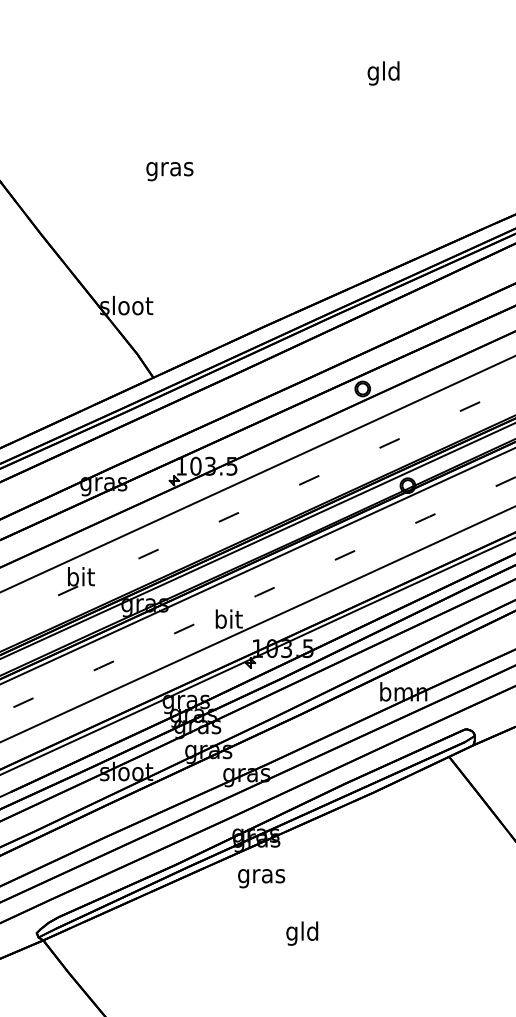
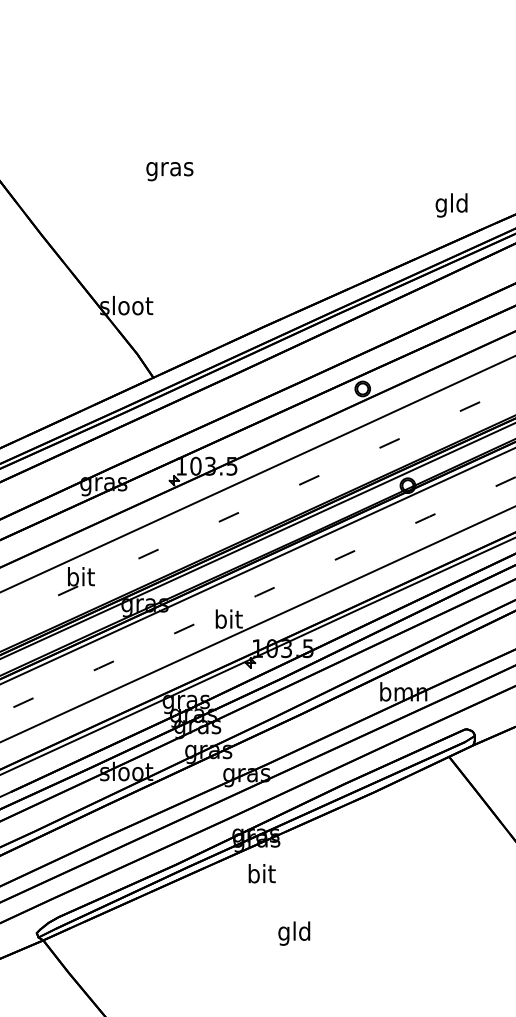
text at (383, 73) position: (383, 73) -> (451, 205)
text at (261, 876): gras -> bit
text at (302, 933) position: (302, 933) -> (294, 933)
